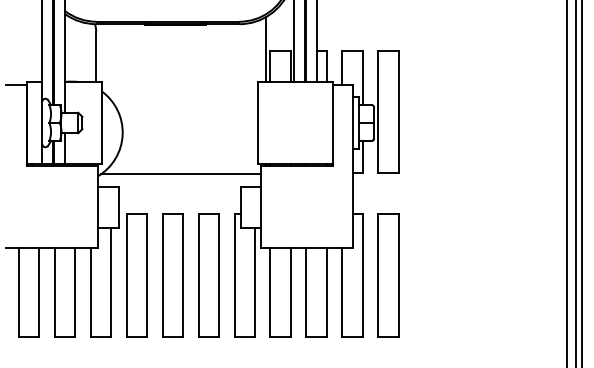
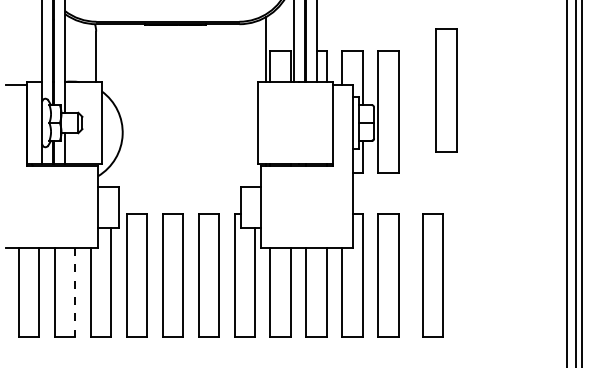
part at (446, 90): none -> present
line at (180, 174): present -> none
part at (432, 275): none -> present
line at (75, 292): solid -> dashed
